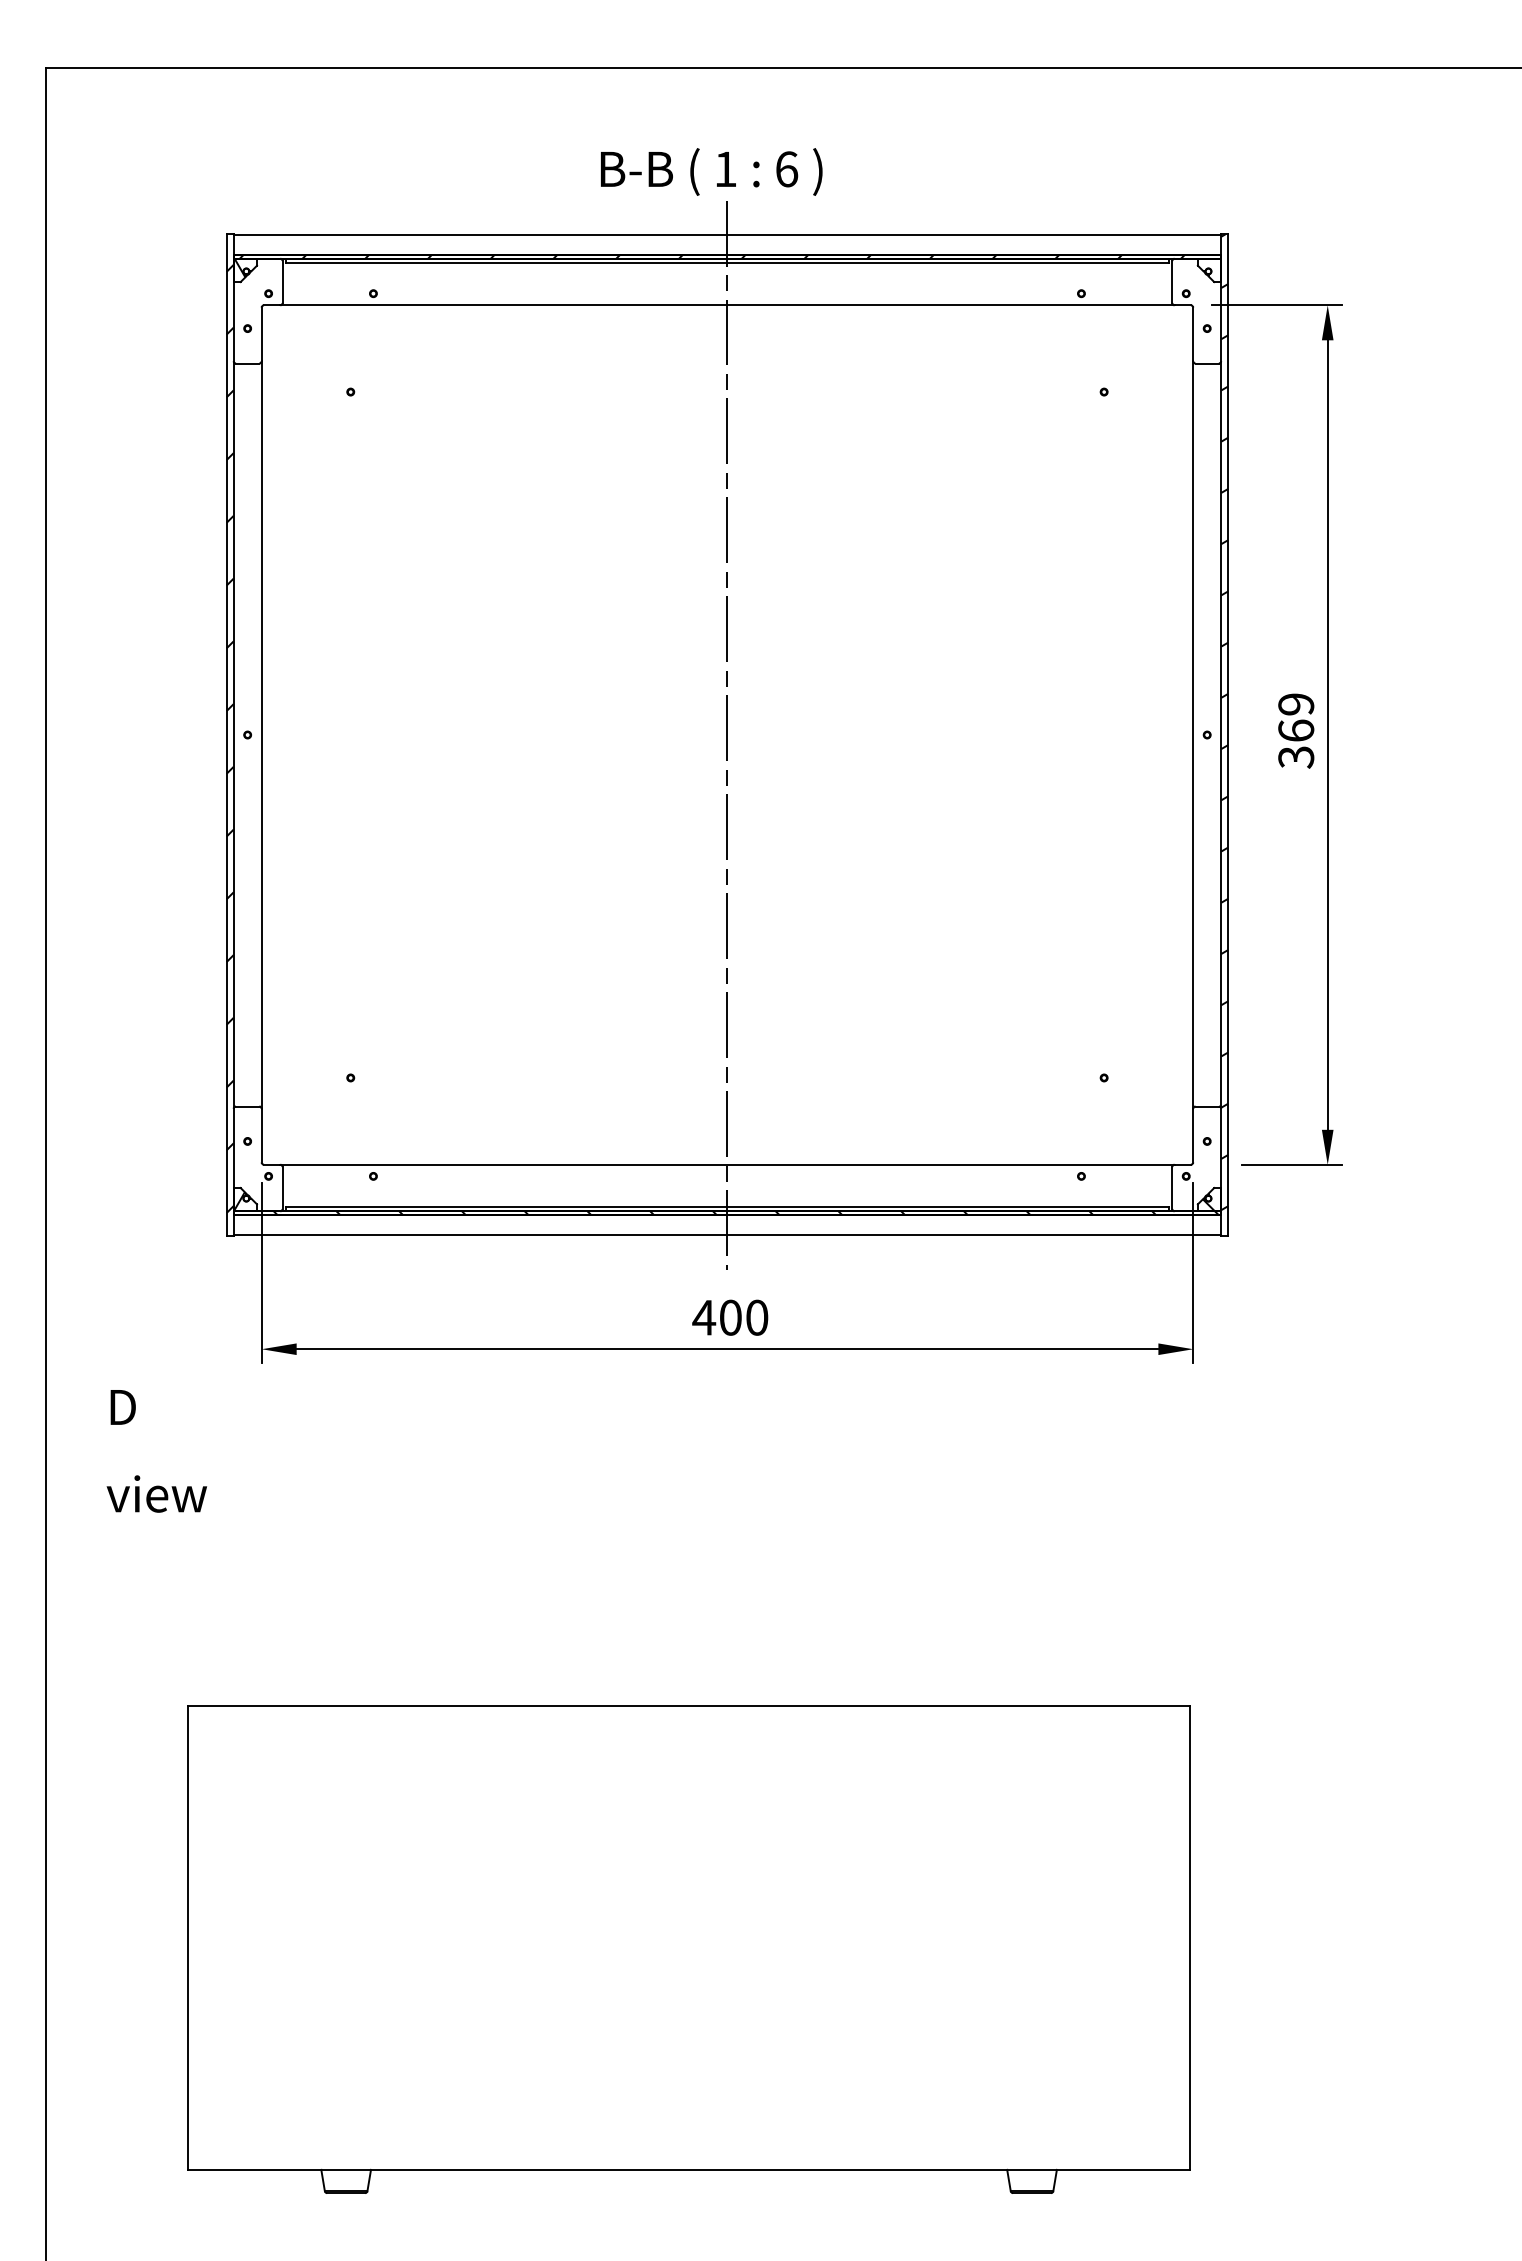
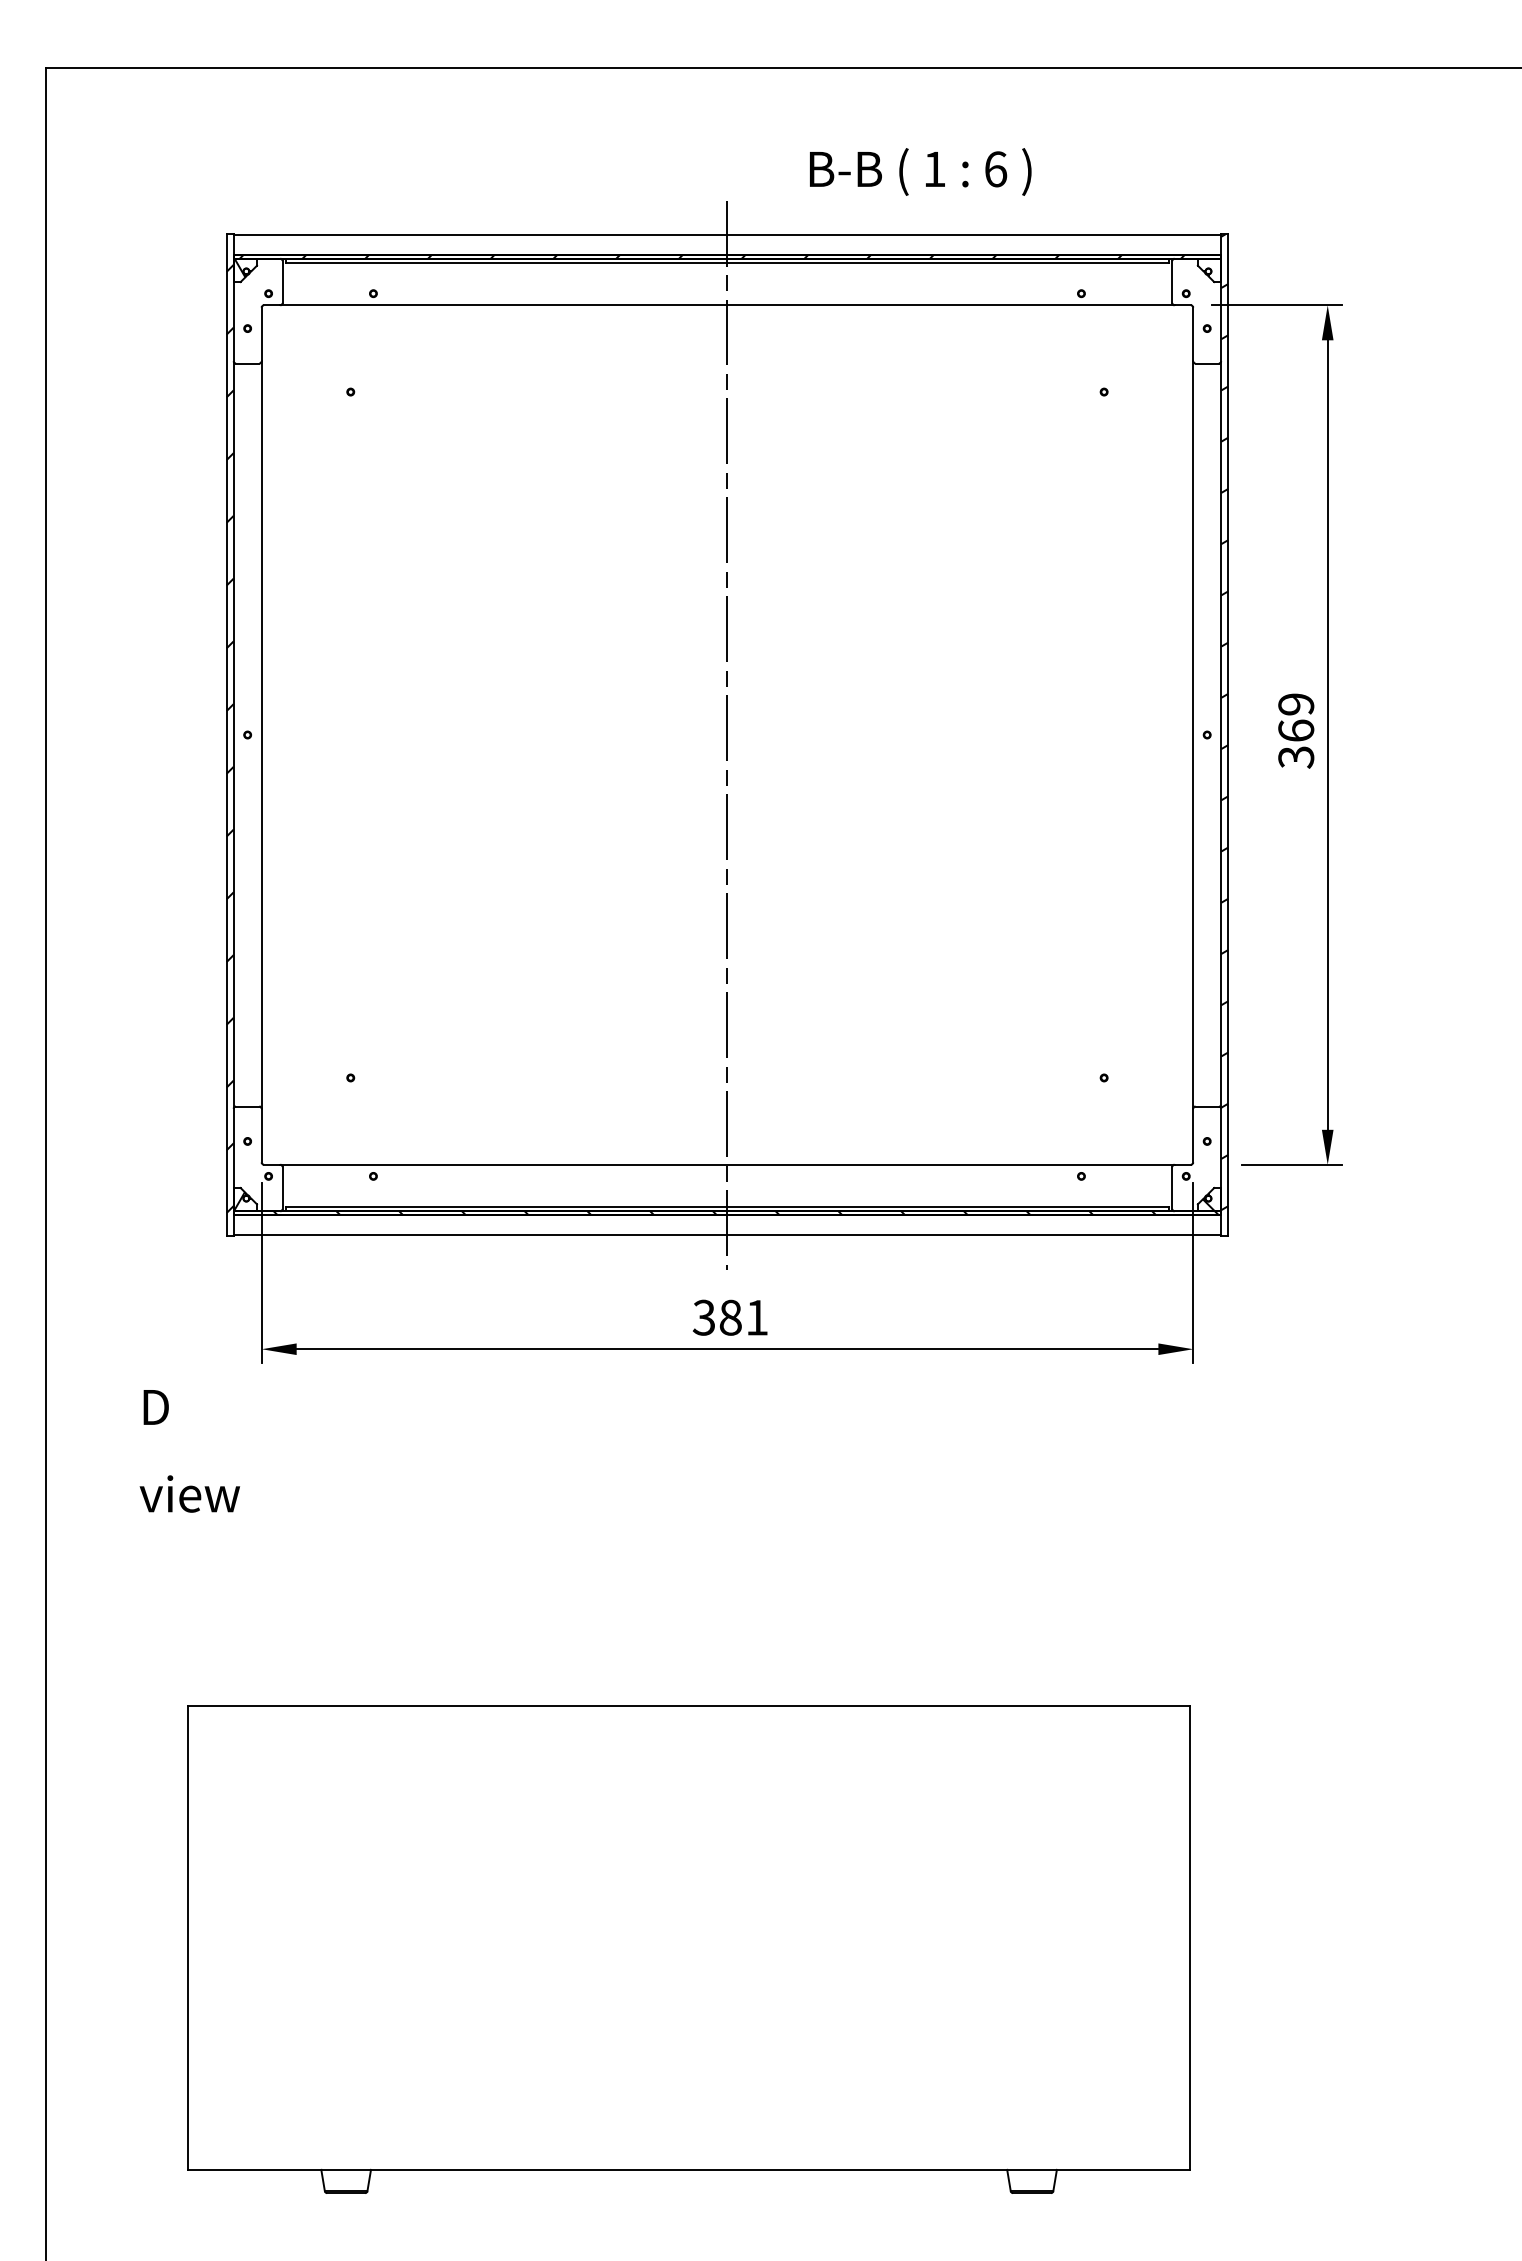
text at (711, 171) position: (711, 171) -> (920, 171)
text at (730, 1317): 400 -> 381
text at (156, 1451) position: (156, 1451) -> (189, 1451)
